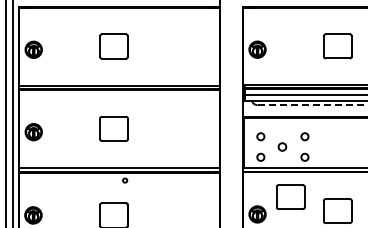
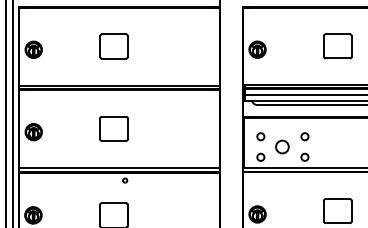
line at (312, 105): dashed -> solid
circle at (282, 146) size: 11x10 px -> 15x16 px
part at (290, 196): present -> none
